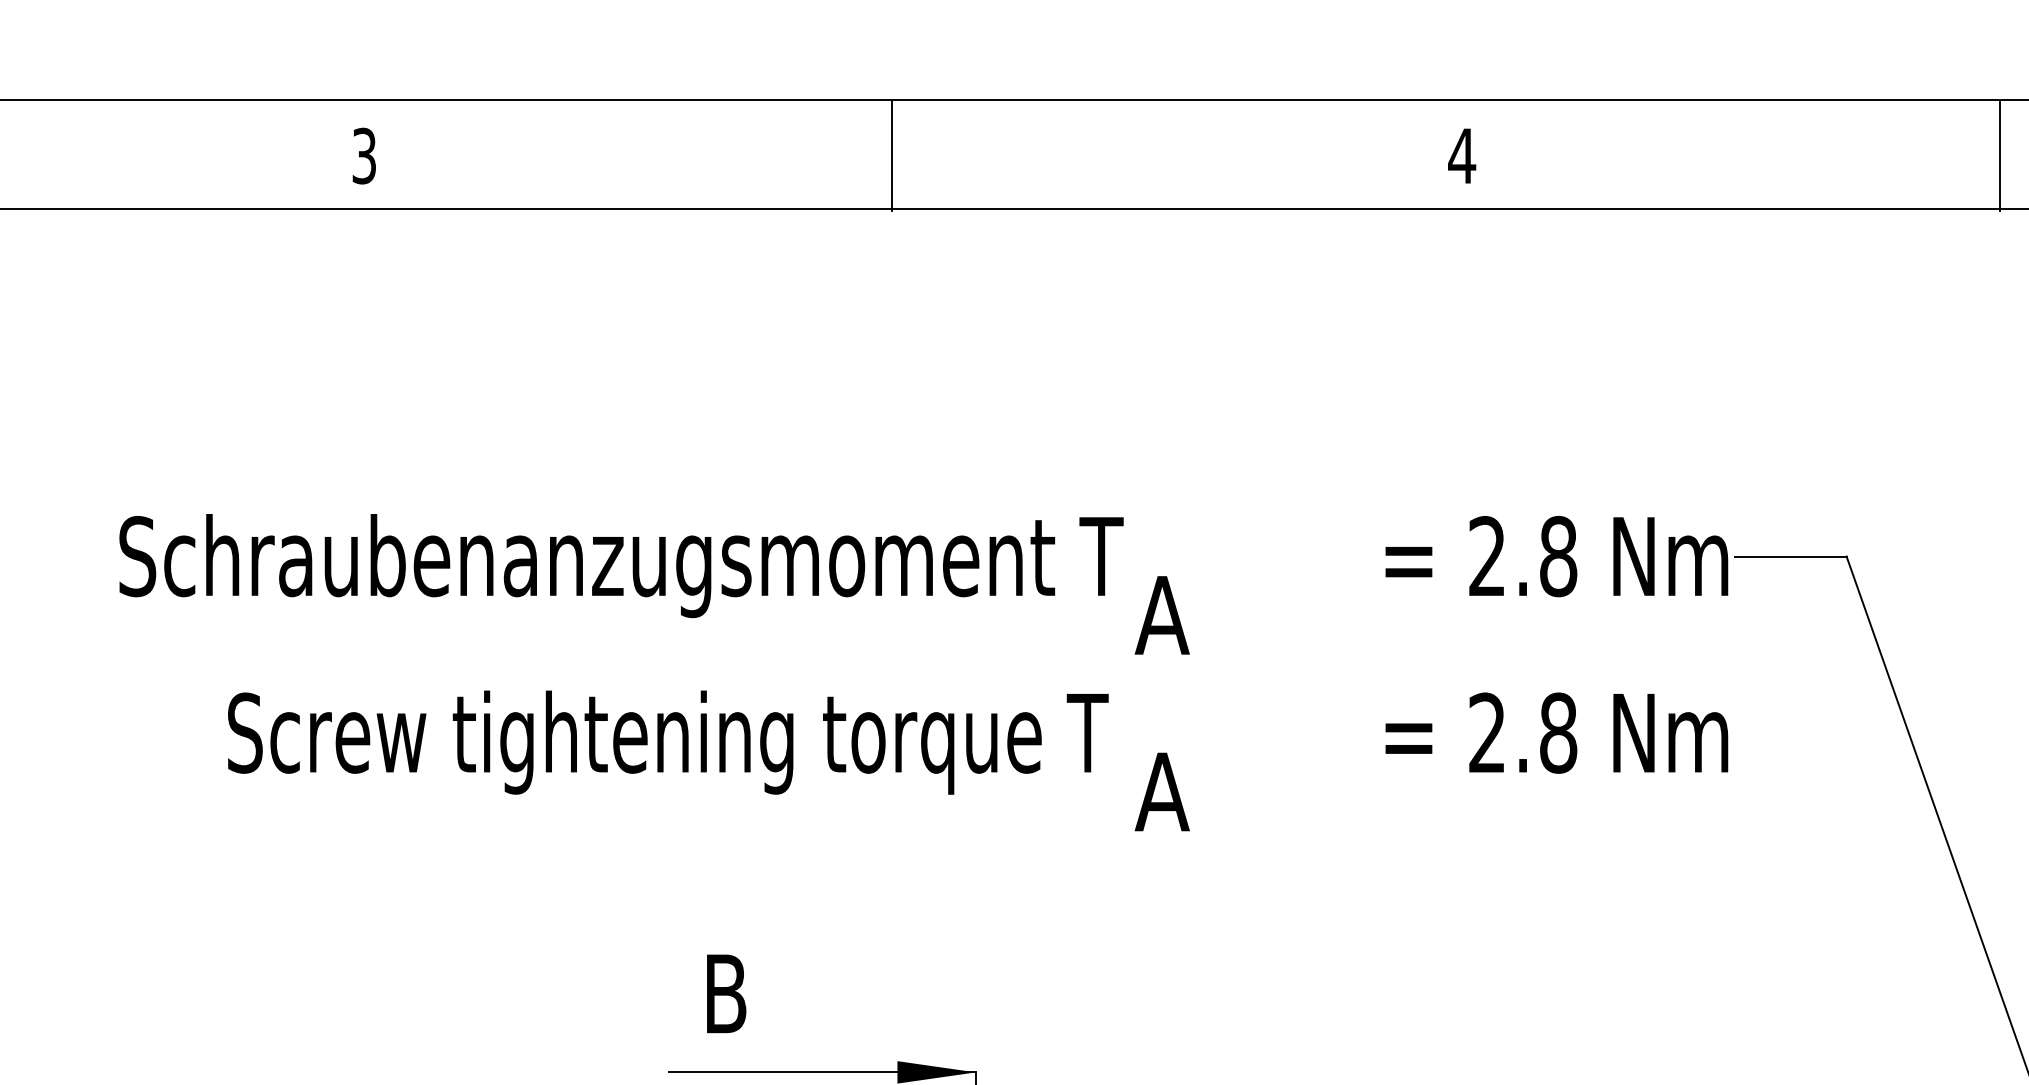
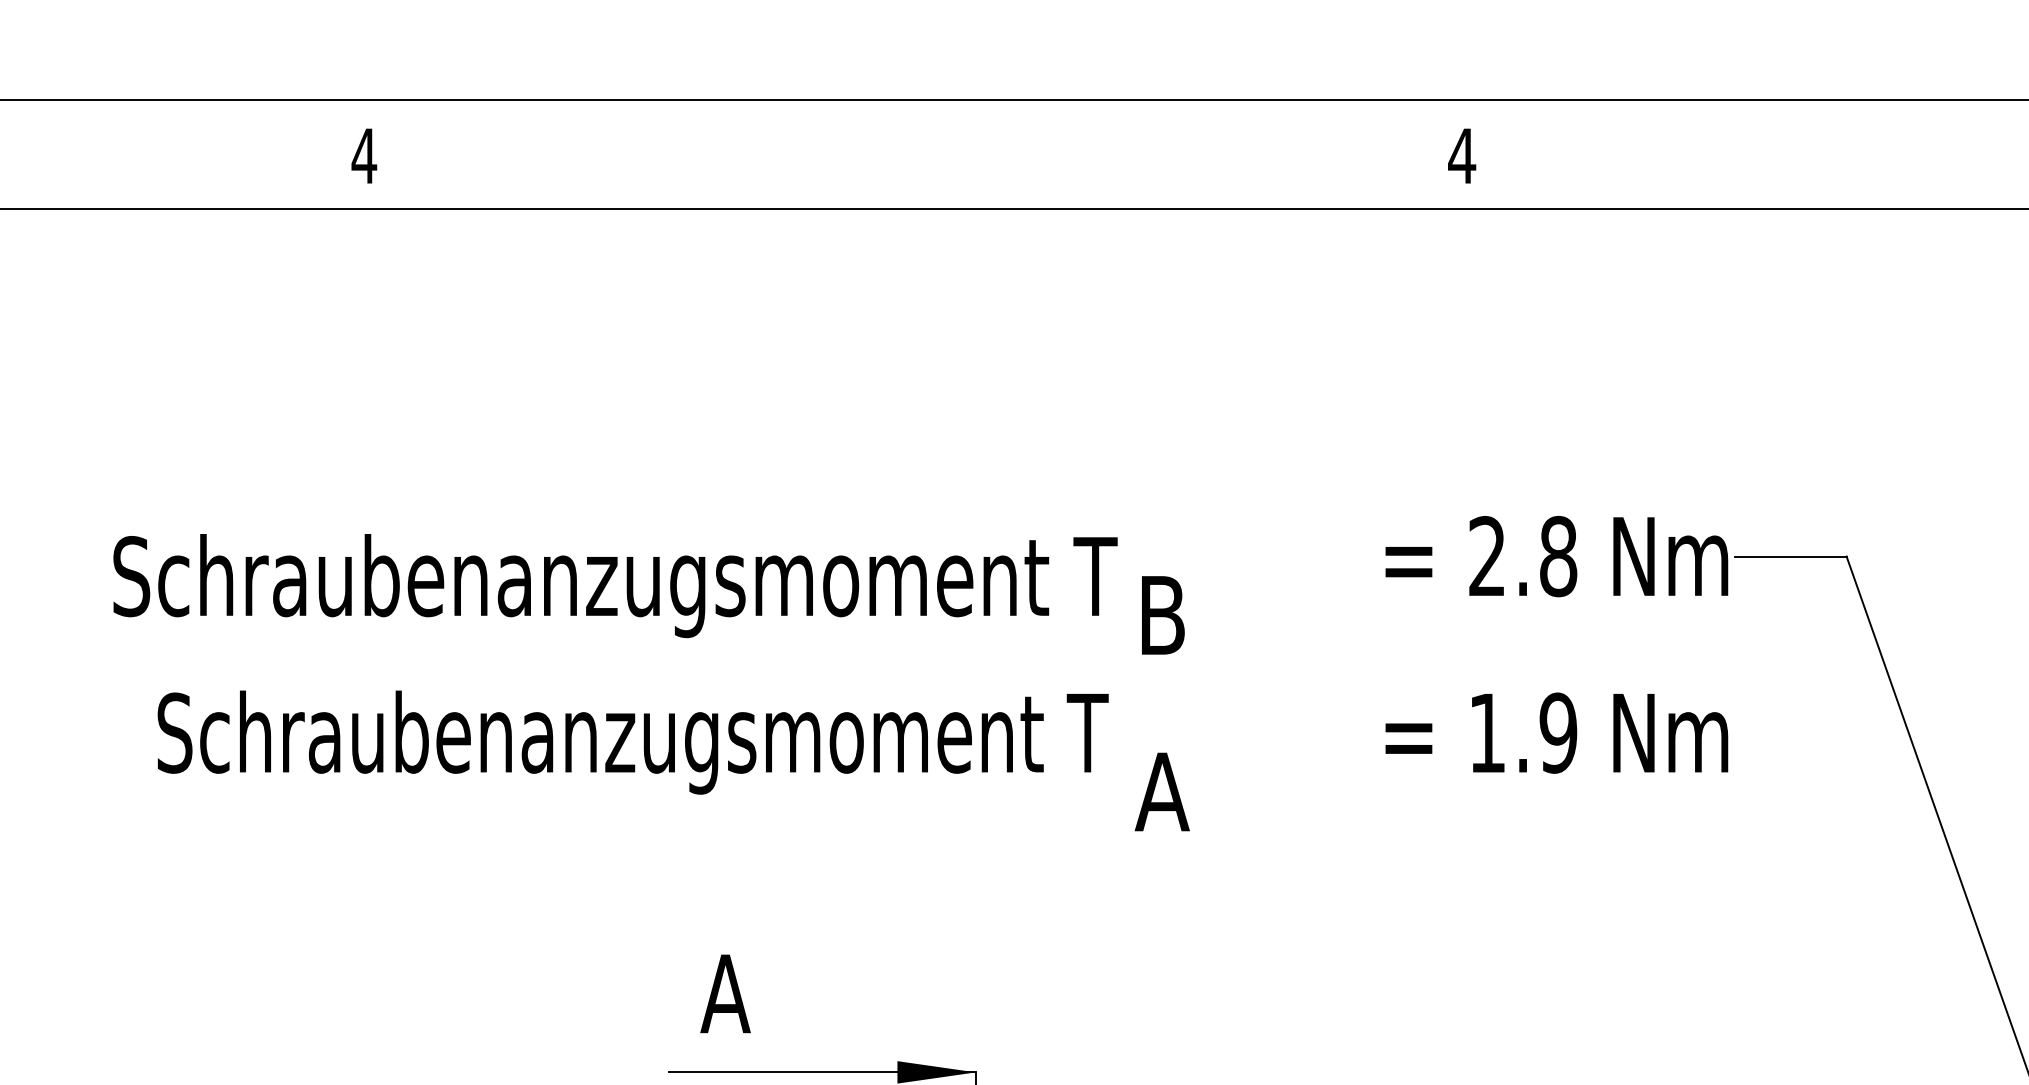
text at (364, 155): 3 -> 4
line at (892, 155): present -> none
line at (1999, 155): present -> none
text at (621, 566) position: (621, 566) -> (615, 586)
text at (1161, 615): A -> B
text at (1523, 732): 2.8 -> 1.9
text at (600, 742): Screw tightening torque T -> Schraubenanzugsmoment T
text at (725, 993): B -> A
